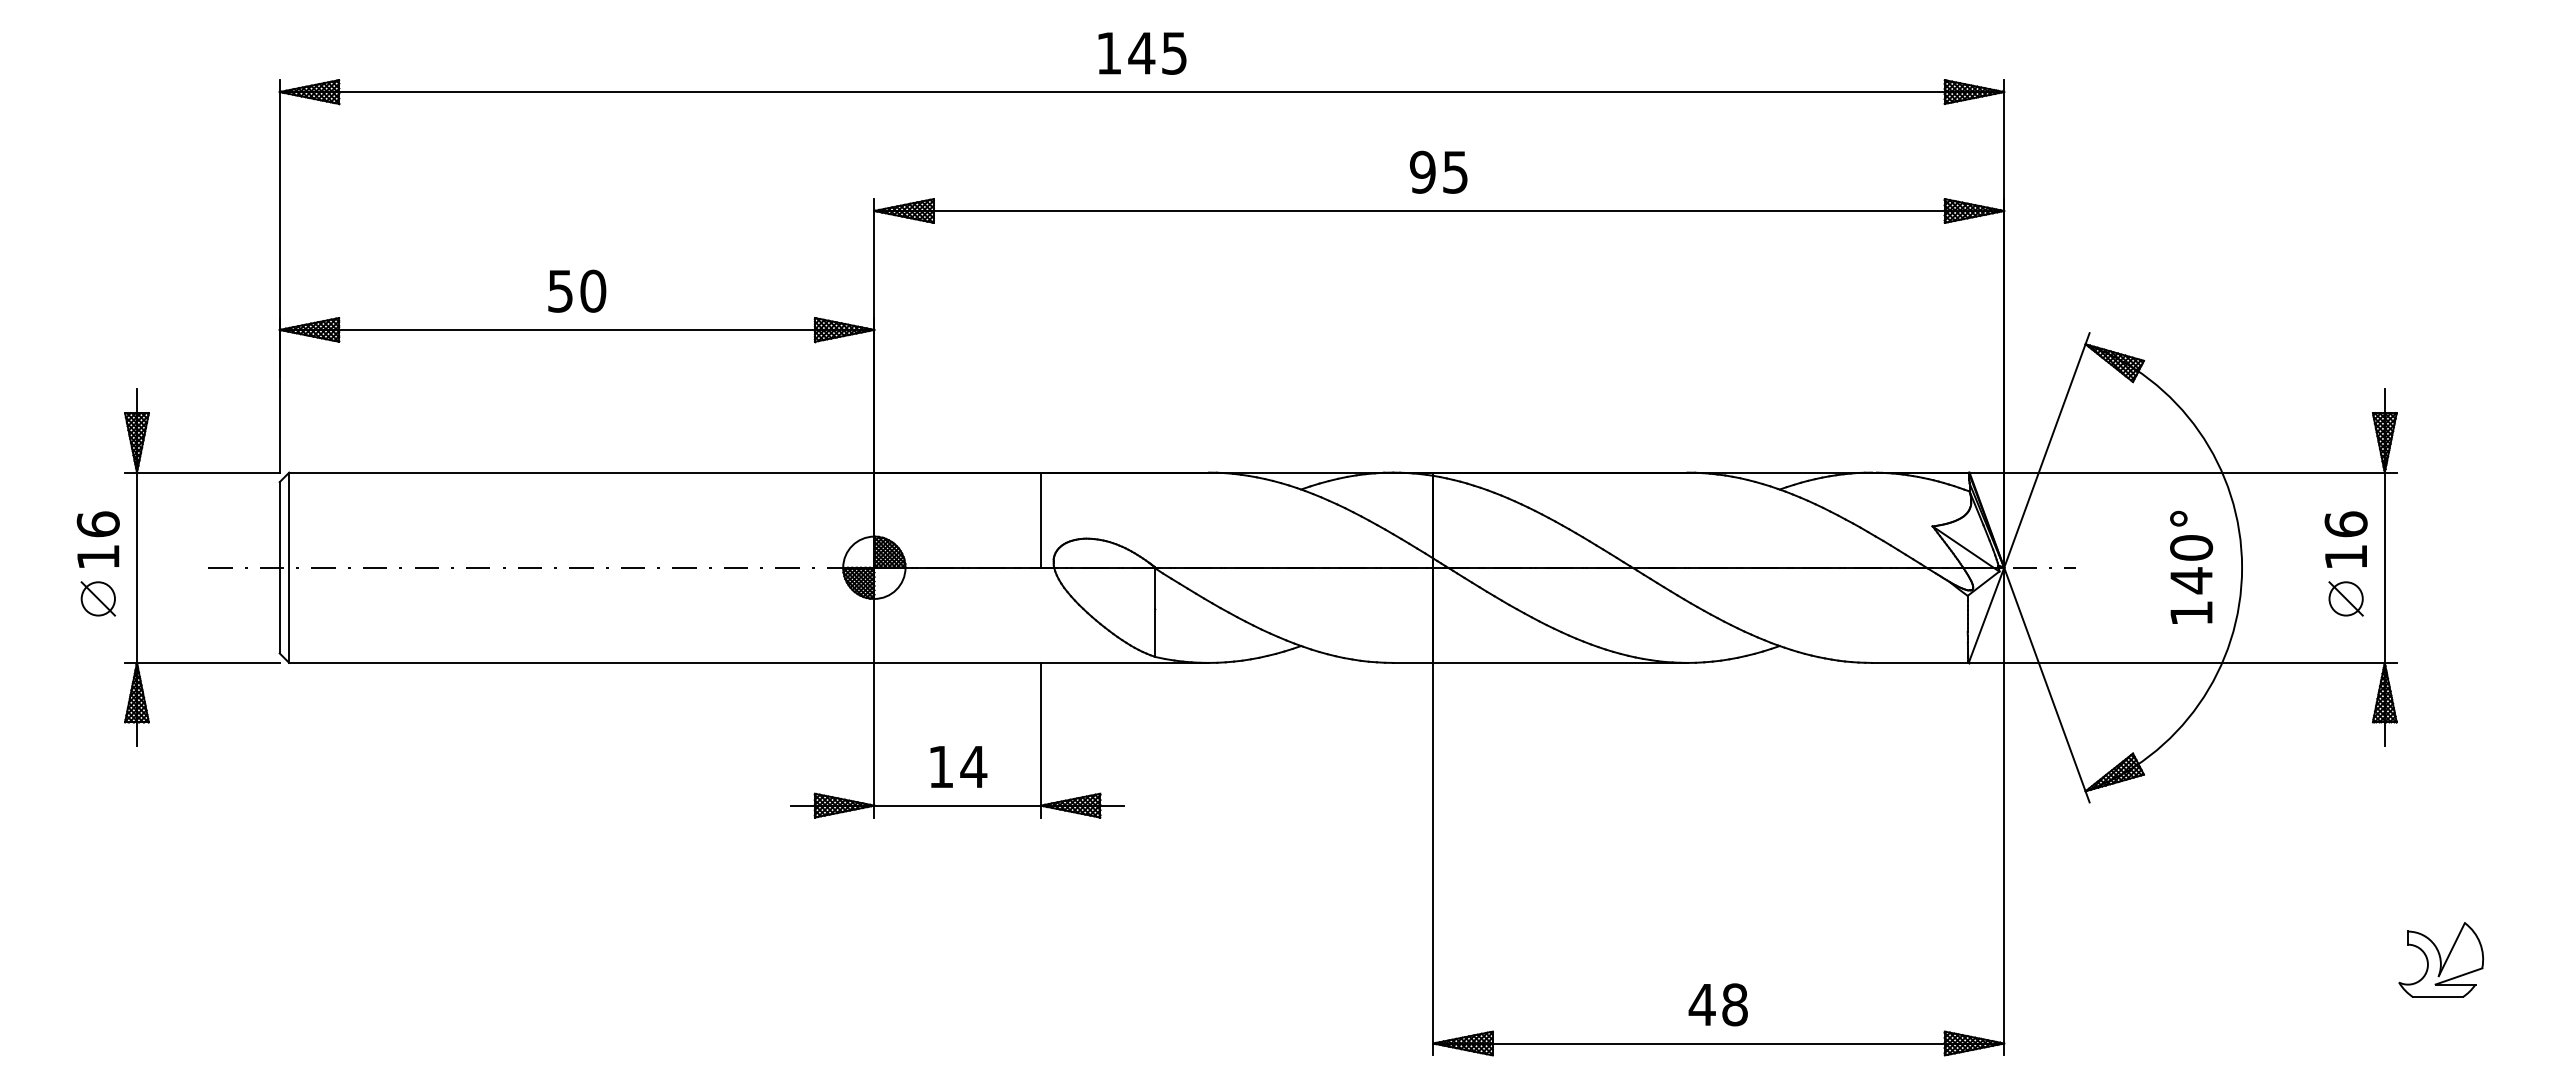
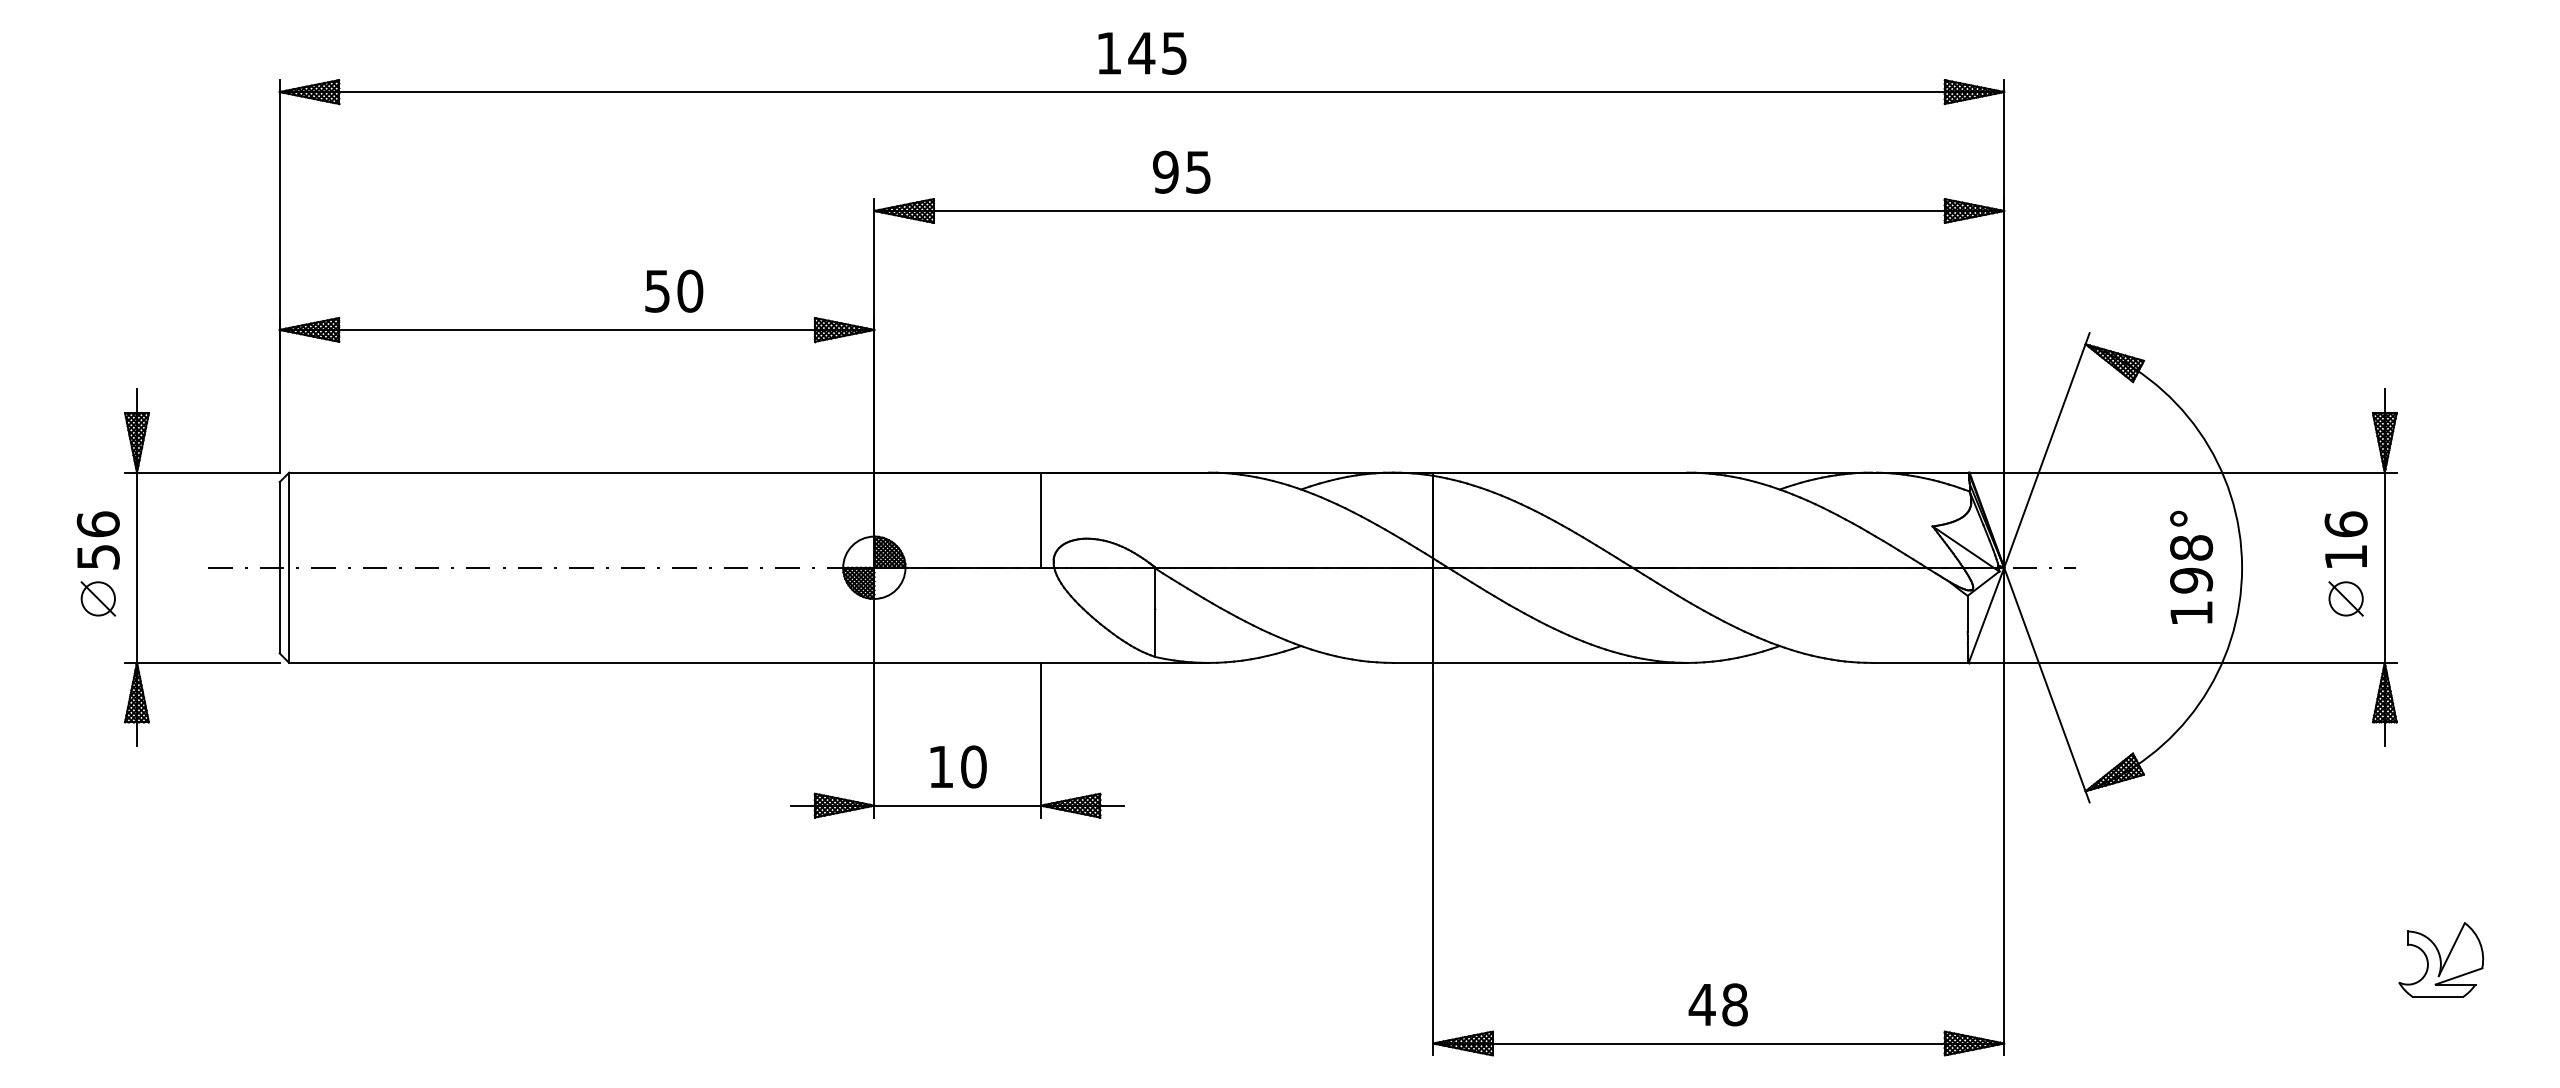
text at (1438, 171) position: (1438, 171) -> (1181, 171)
text at (577, 290) position: (577, 290) -> (674, 290)
text at (98, 557): 16 -> 56
text at (2191, 564): 140° -> 198°
text at (973, 766): 14 -> 10
